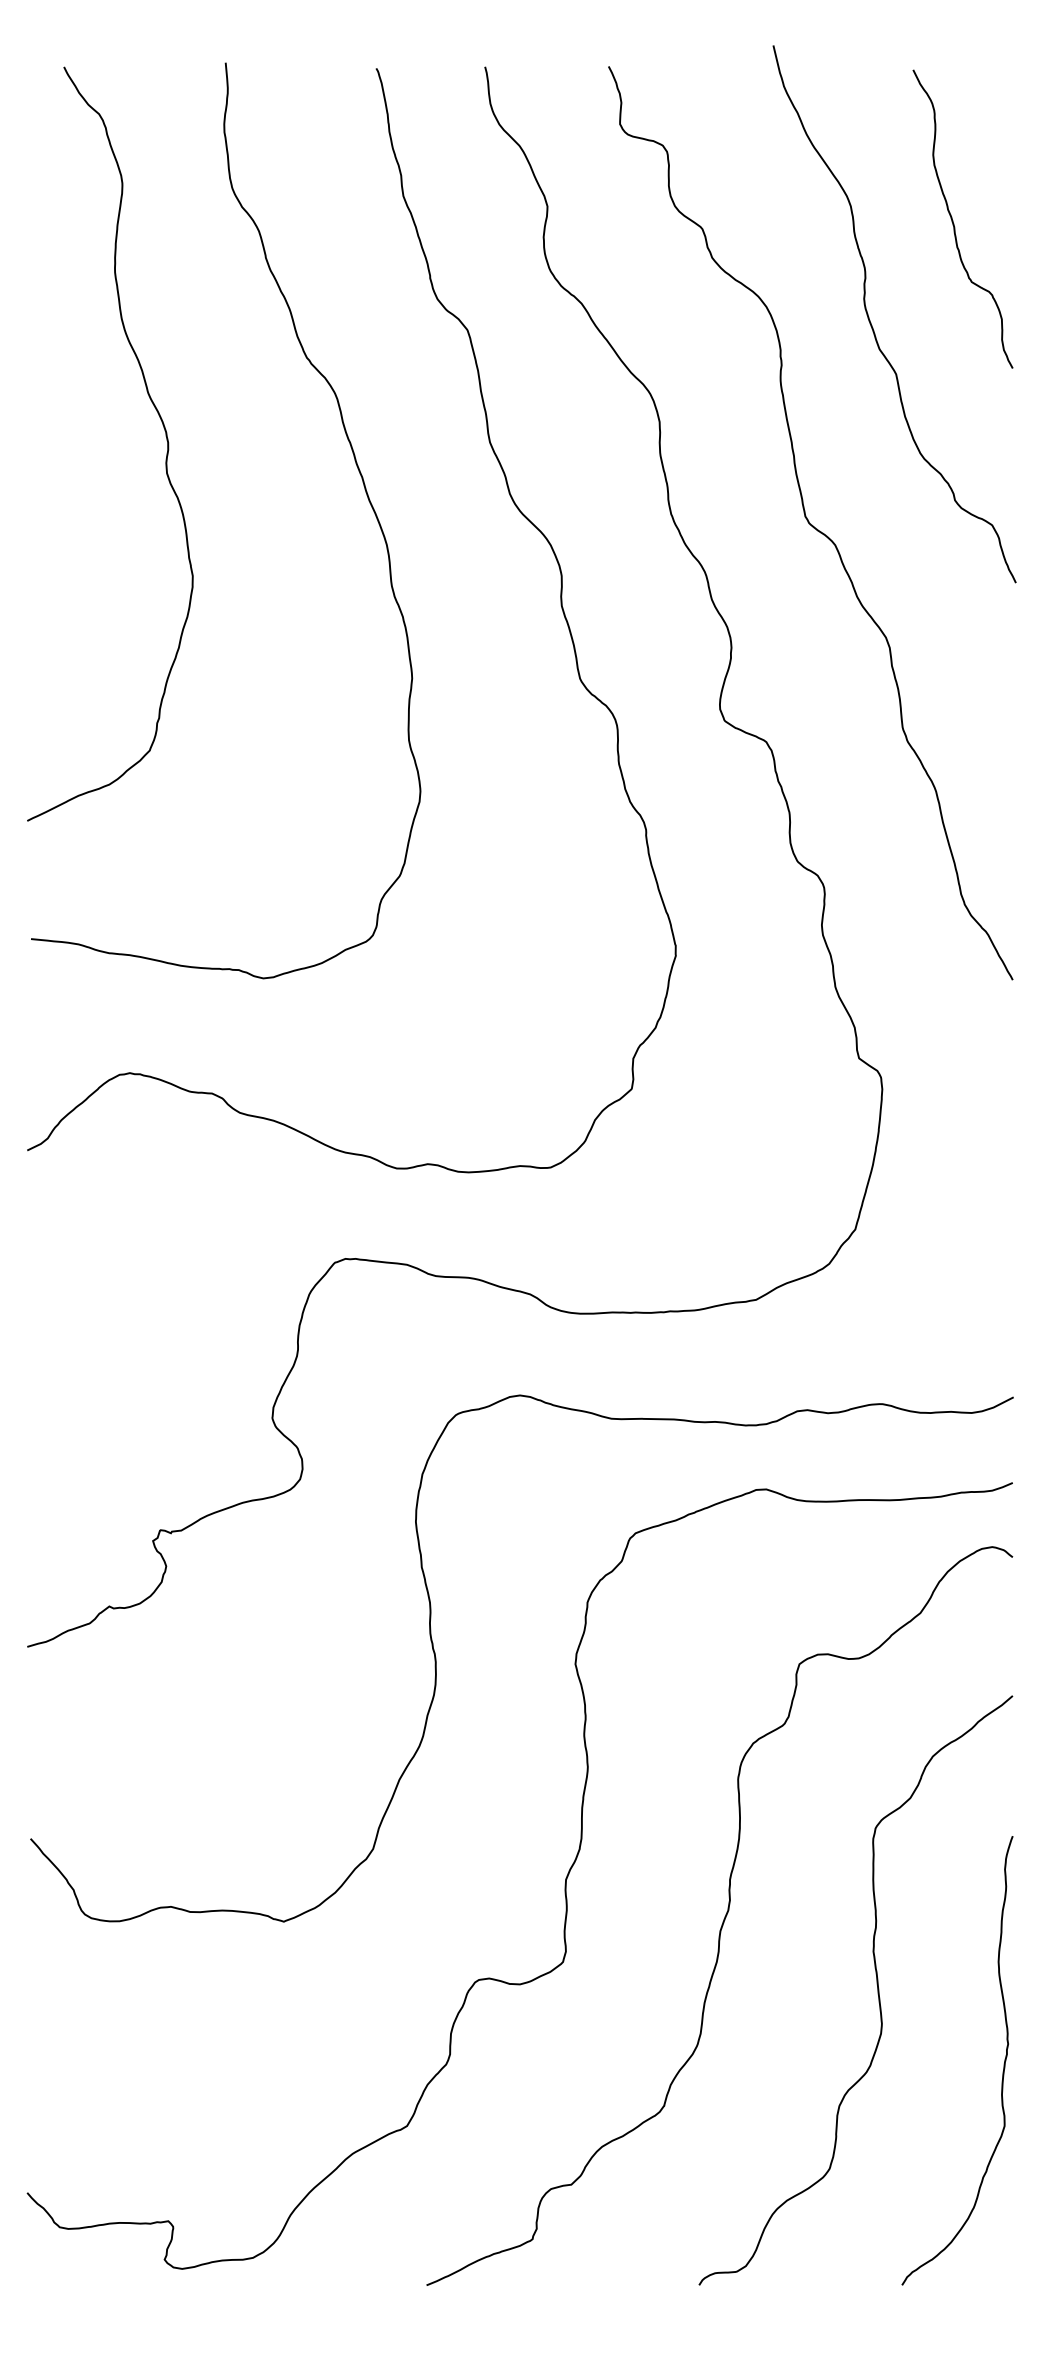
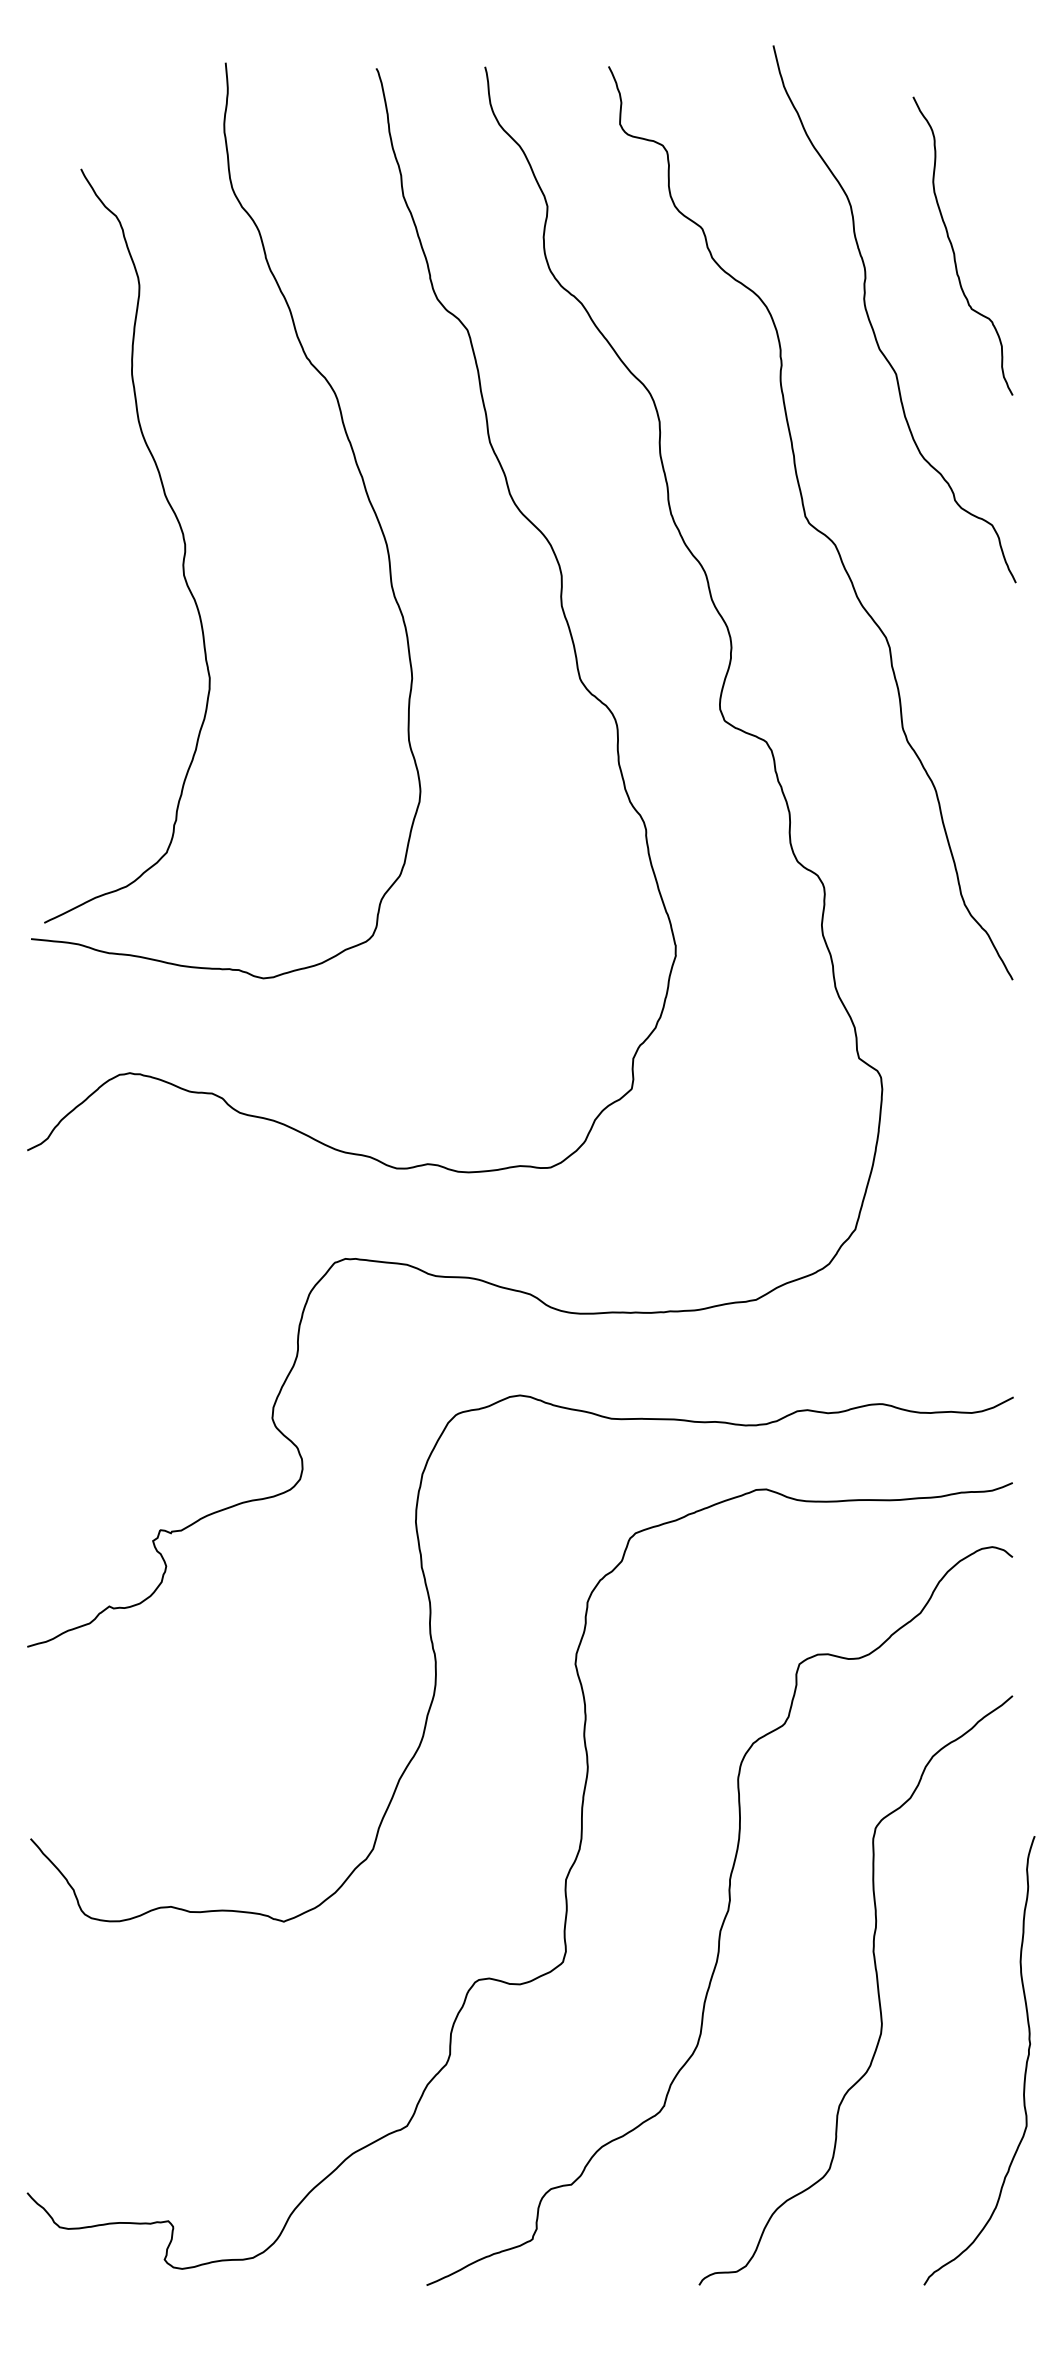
curve at (953, 220) position: (953, 220) -> (953, 247)
curve at (162, 425) position: (162, 425) -> (179, 527)
curve at (1003, 2063) position: (1003, 2063) -> (1025, 2063)
